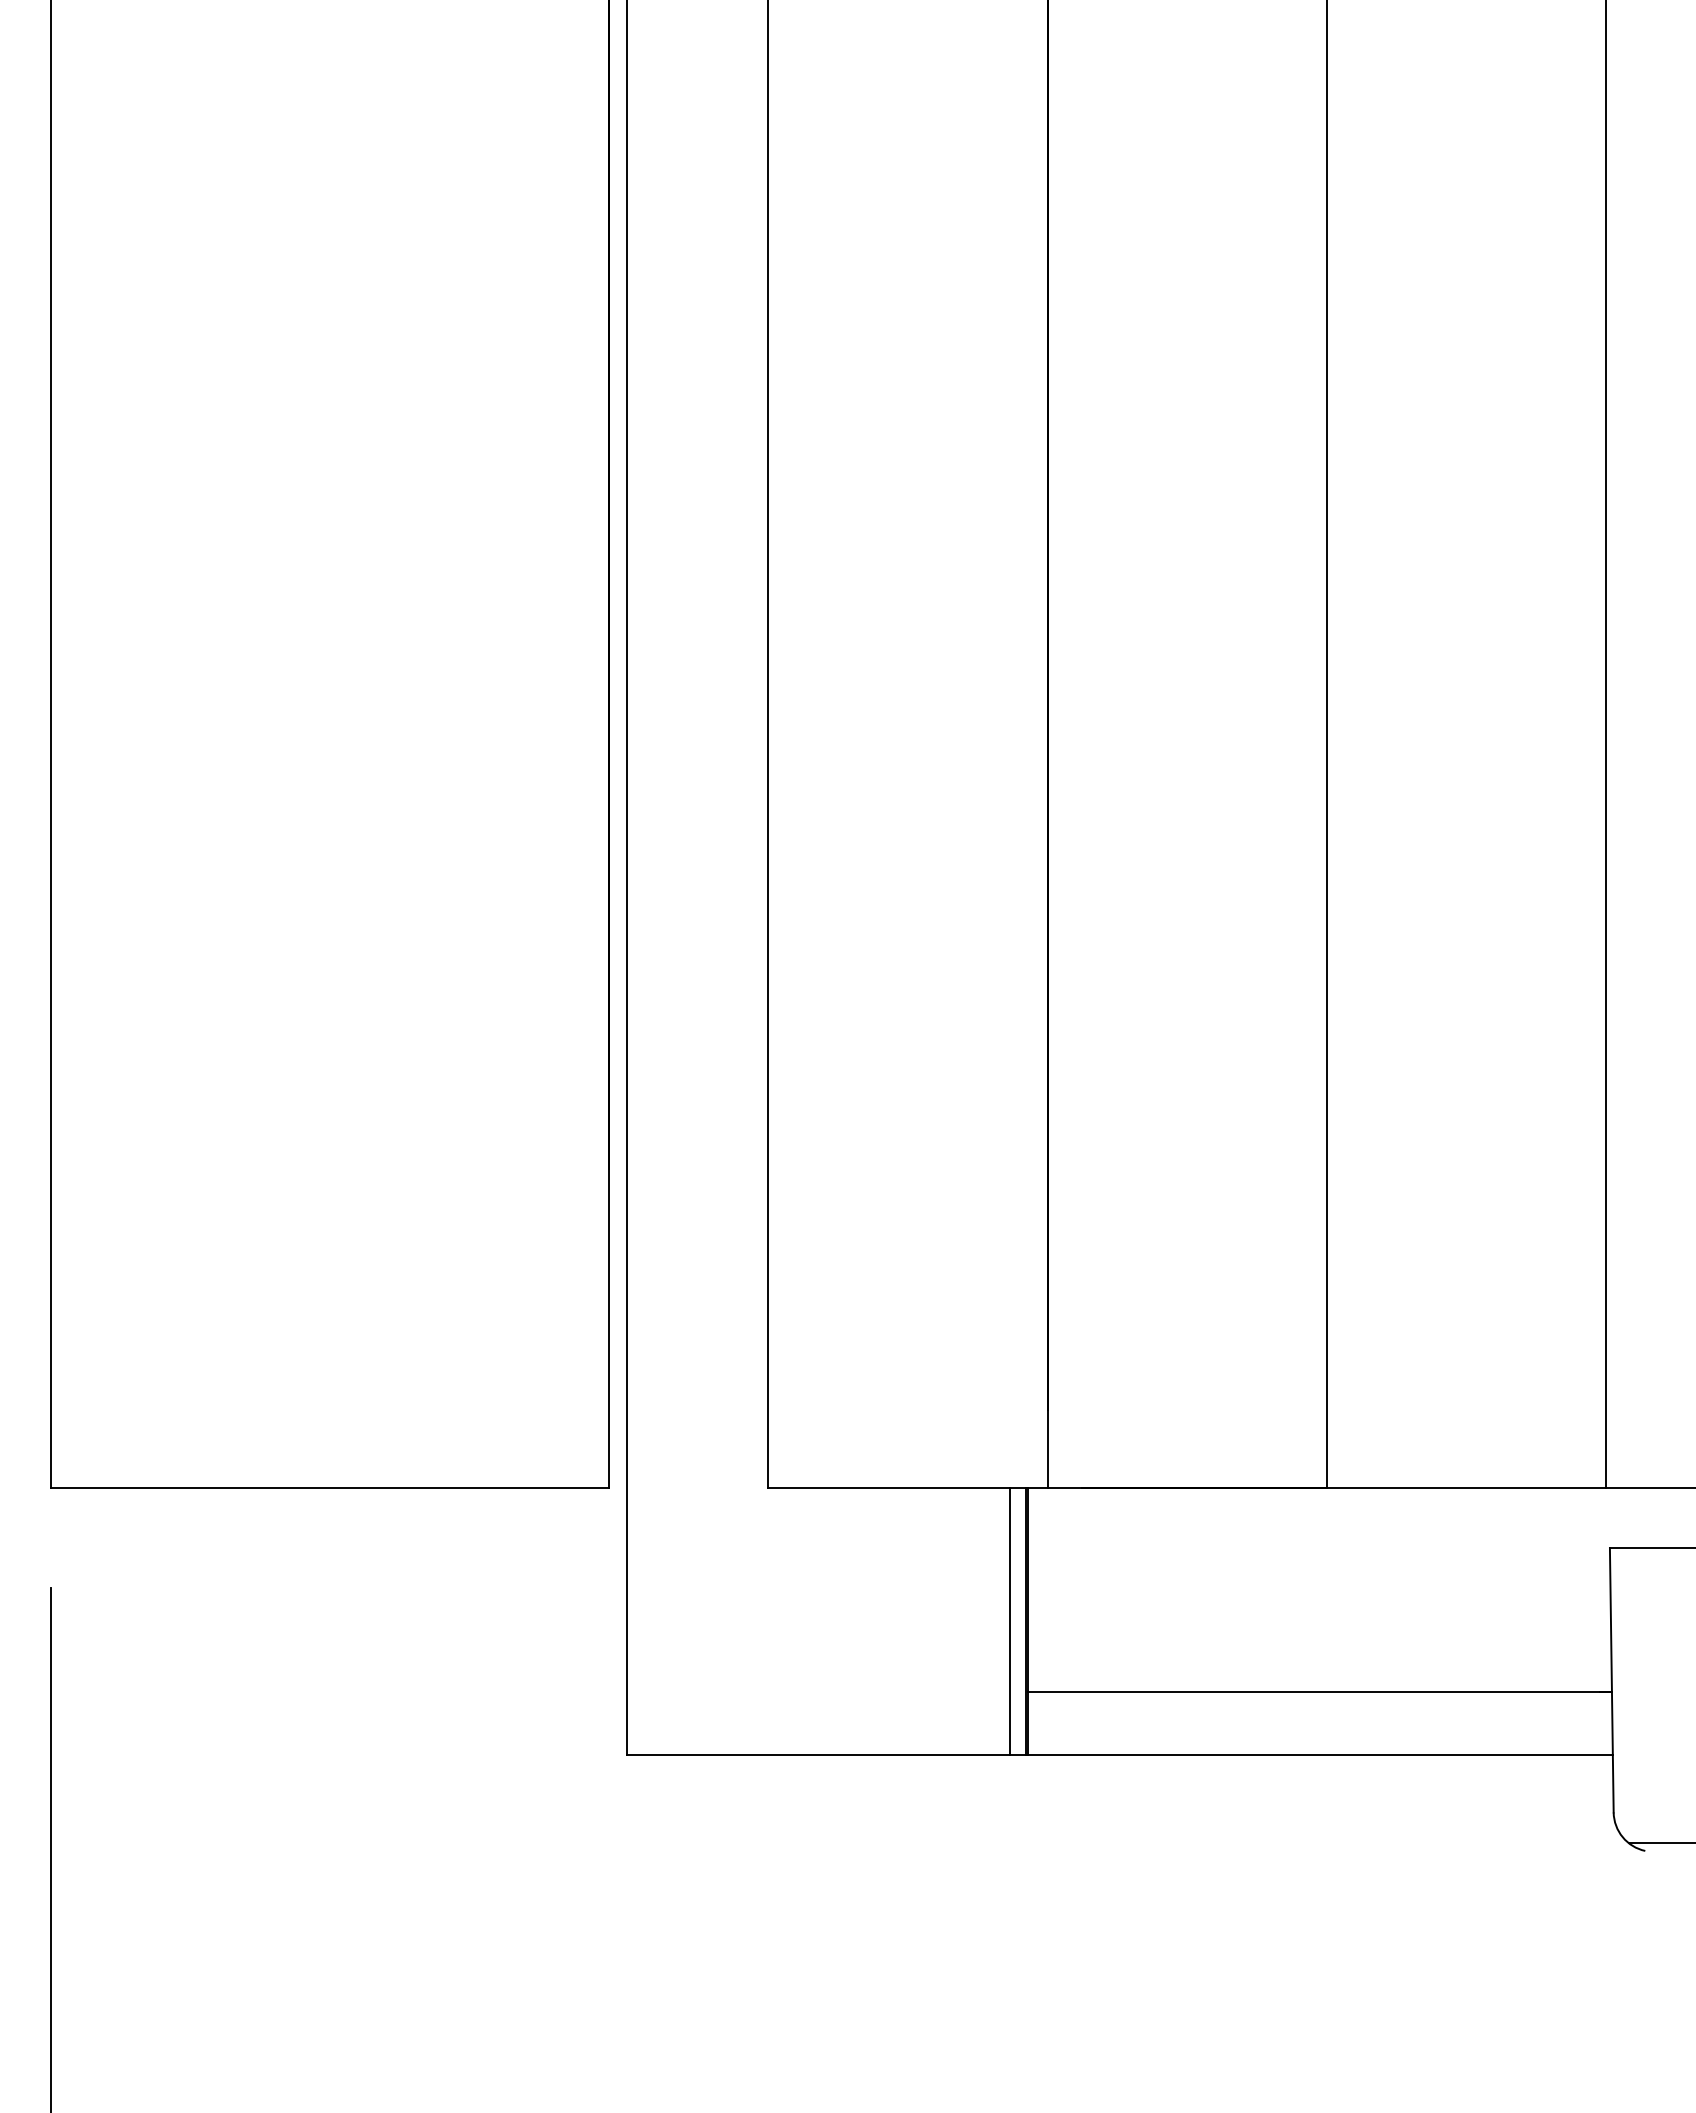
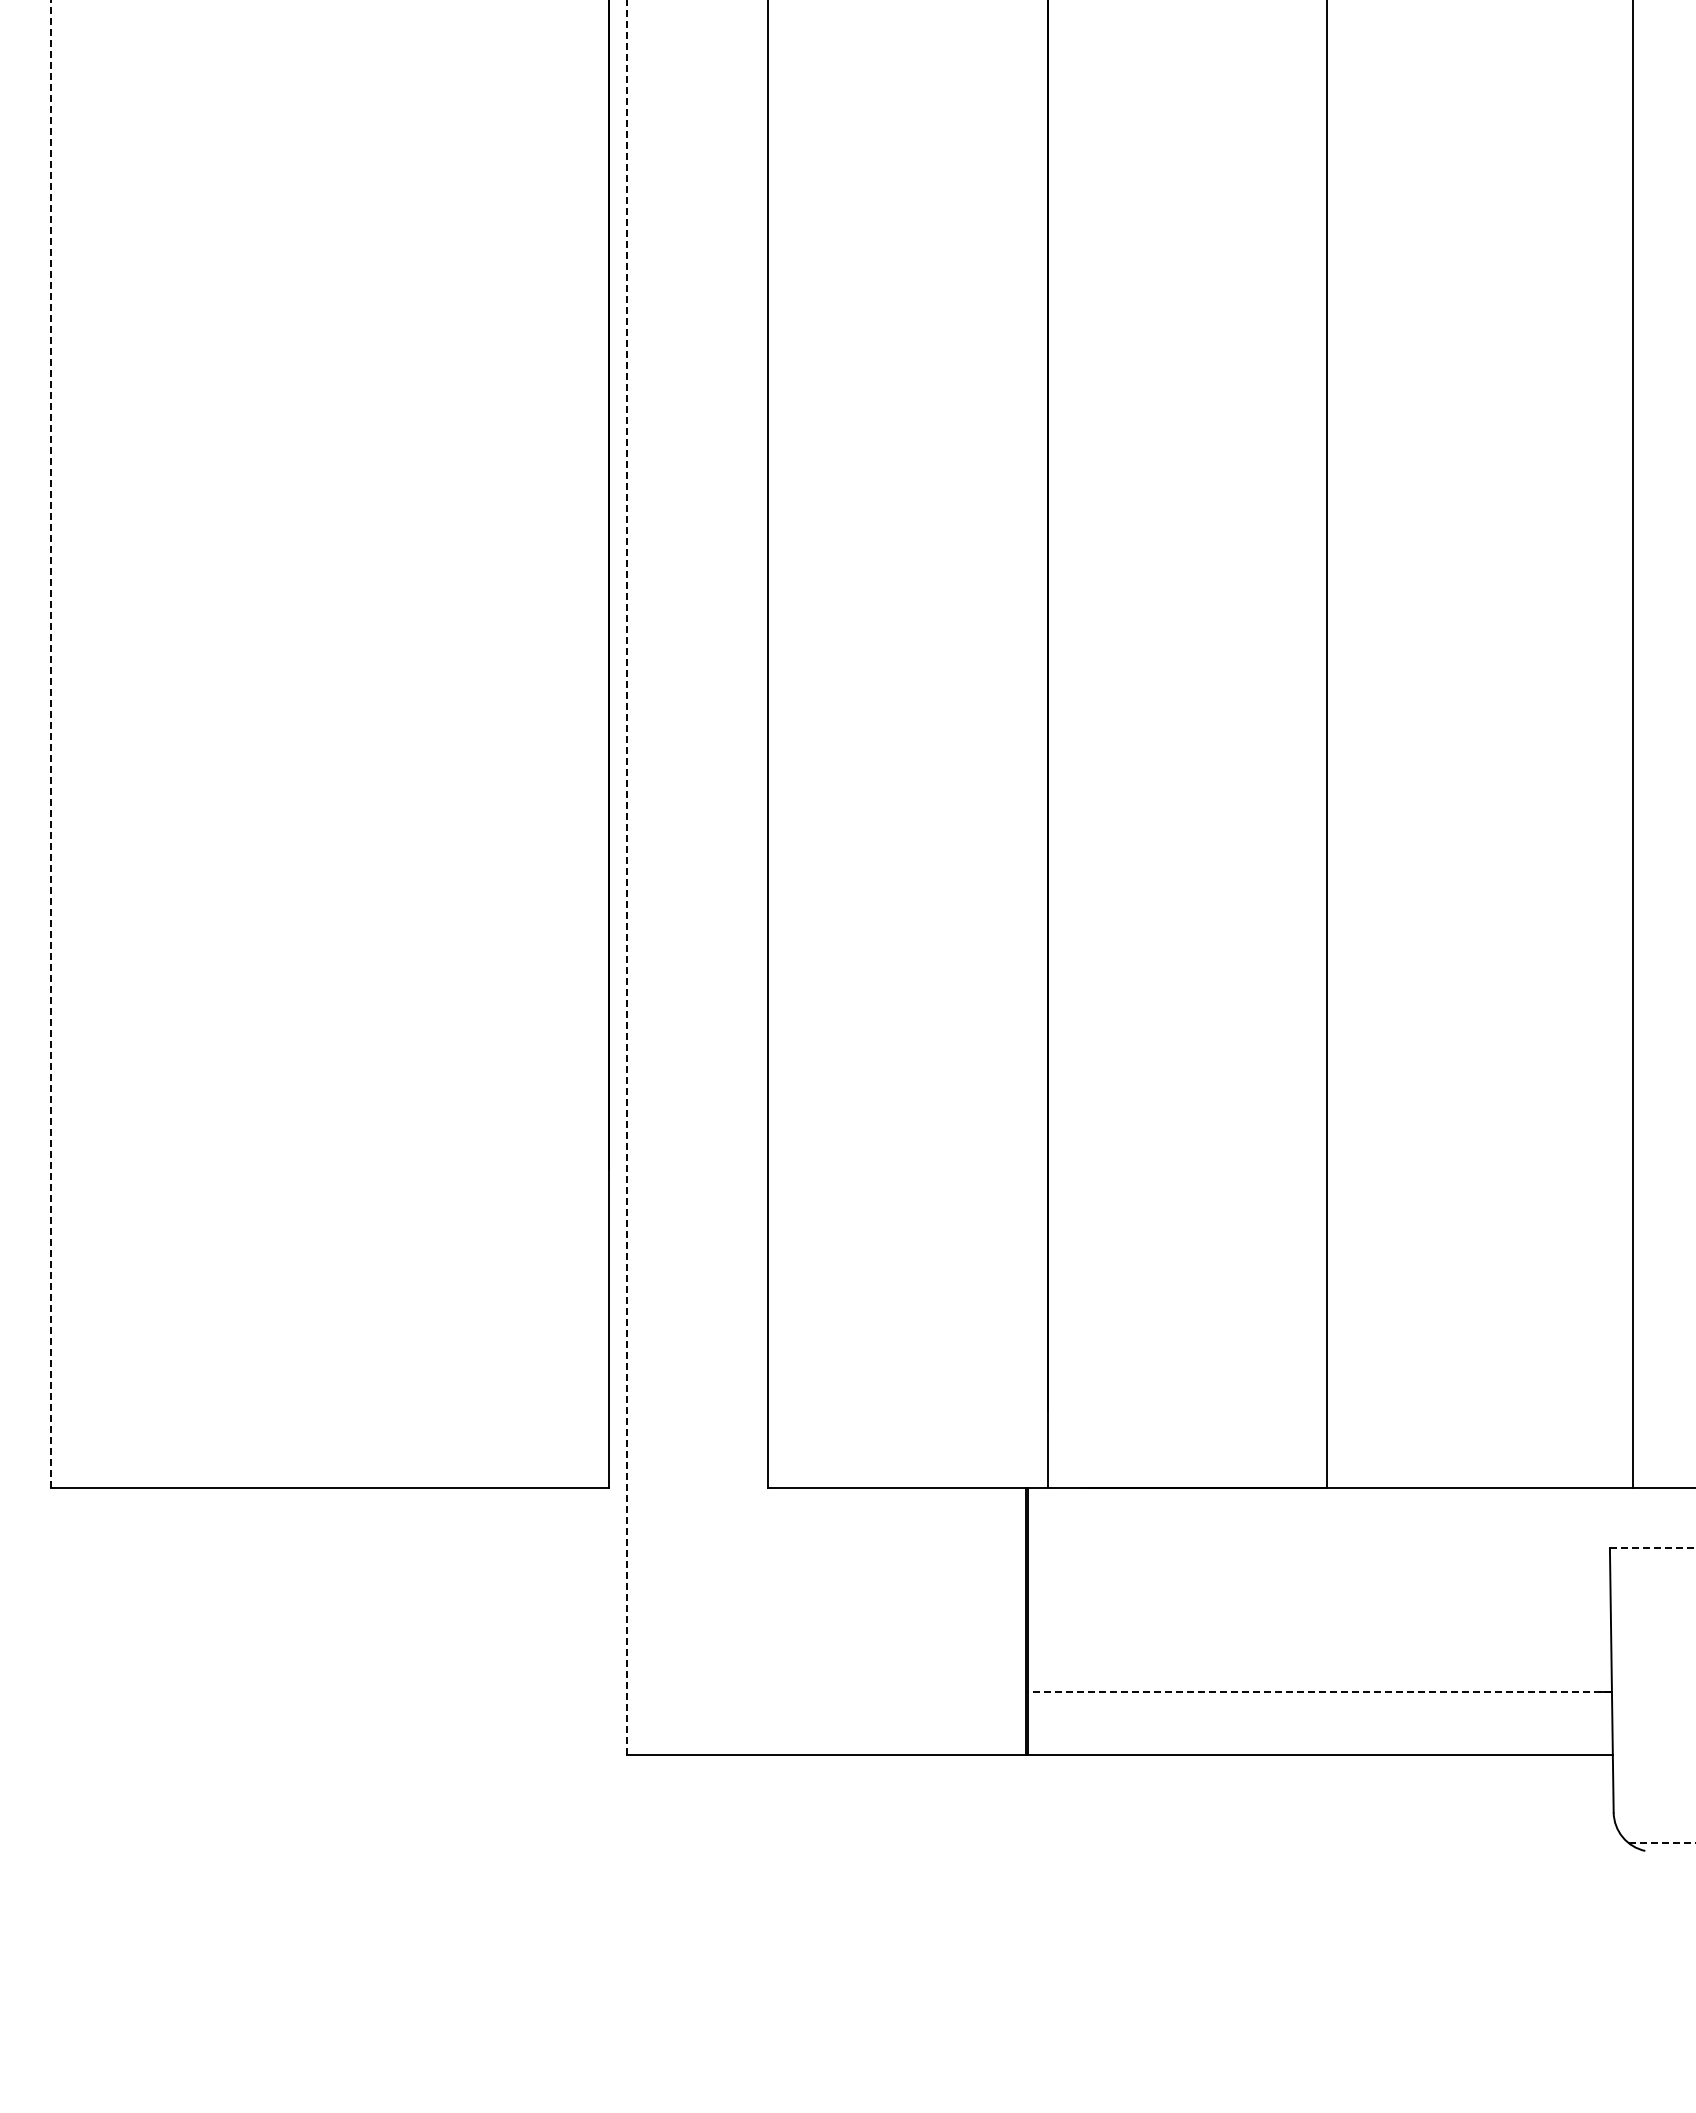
line at (50, 744): solid -> dashed
line at (1605, 745) position: (1605, 745) -> (1632, 745)
line at (626, 877): solid -> dashed
line at (1652, 1548): solid -> dashed
line at (1009, 1621): present -> none
line at (1319, 1691): solid -> dashed
line at (1662, 1843): solid -> dashed
line at (50, 1848): present -> none
